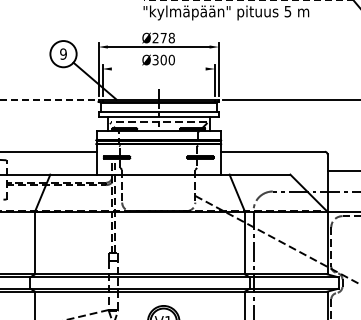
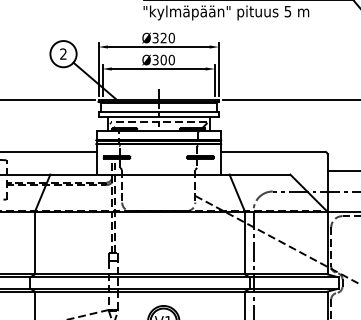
line at (248, 0): dashed -> solid
text at (163, 37): Ø278 -> Ø320
text at (63, 53): 9 -> 2
line at (158, 69): none -> present
line at (47, 99): dashed -> solid
